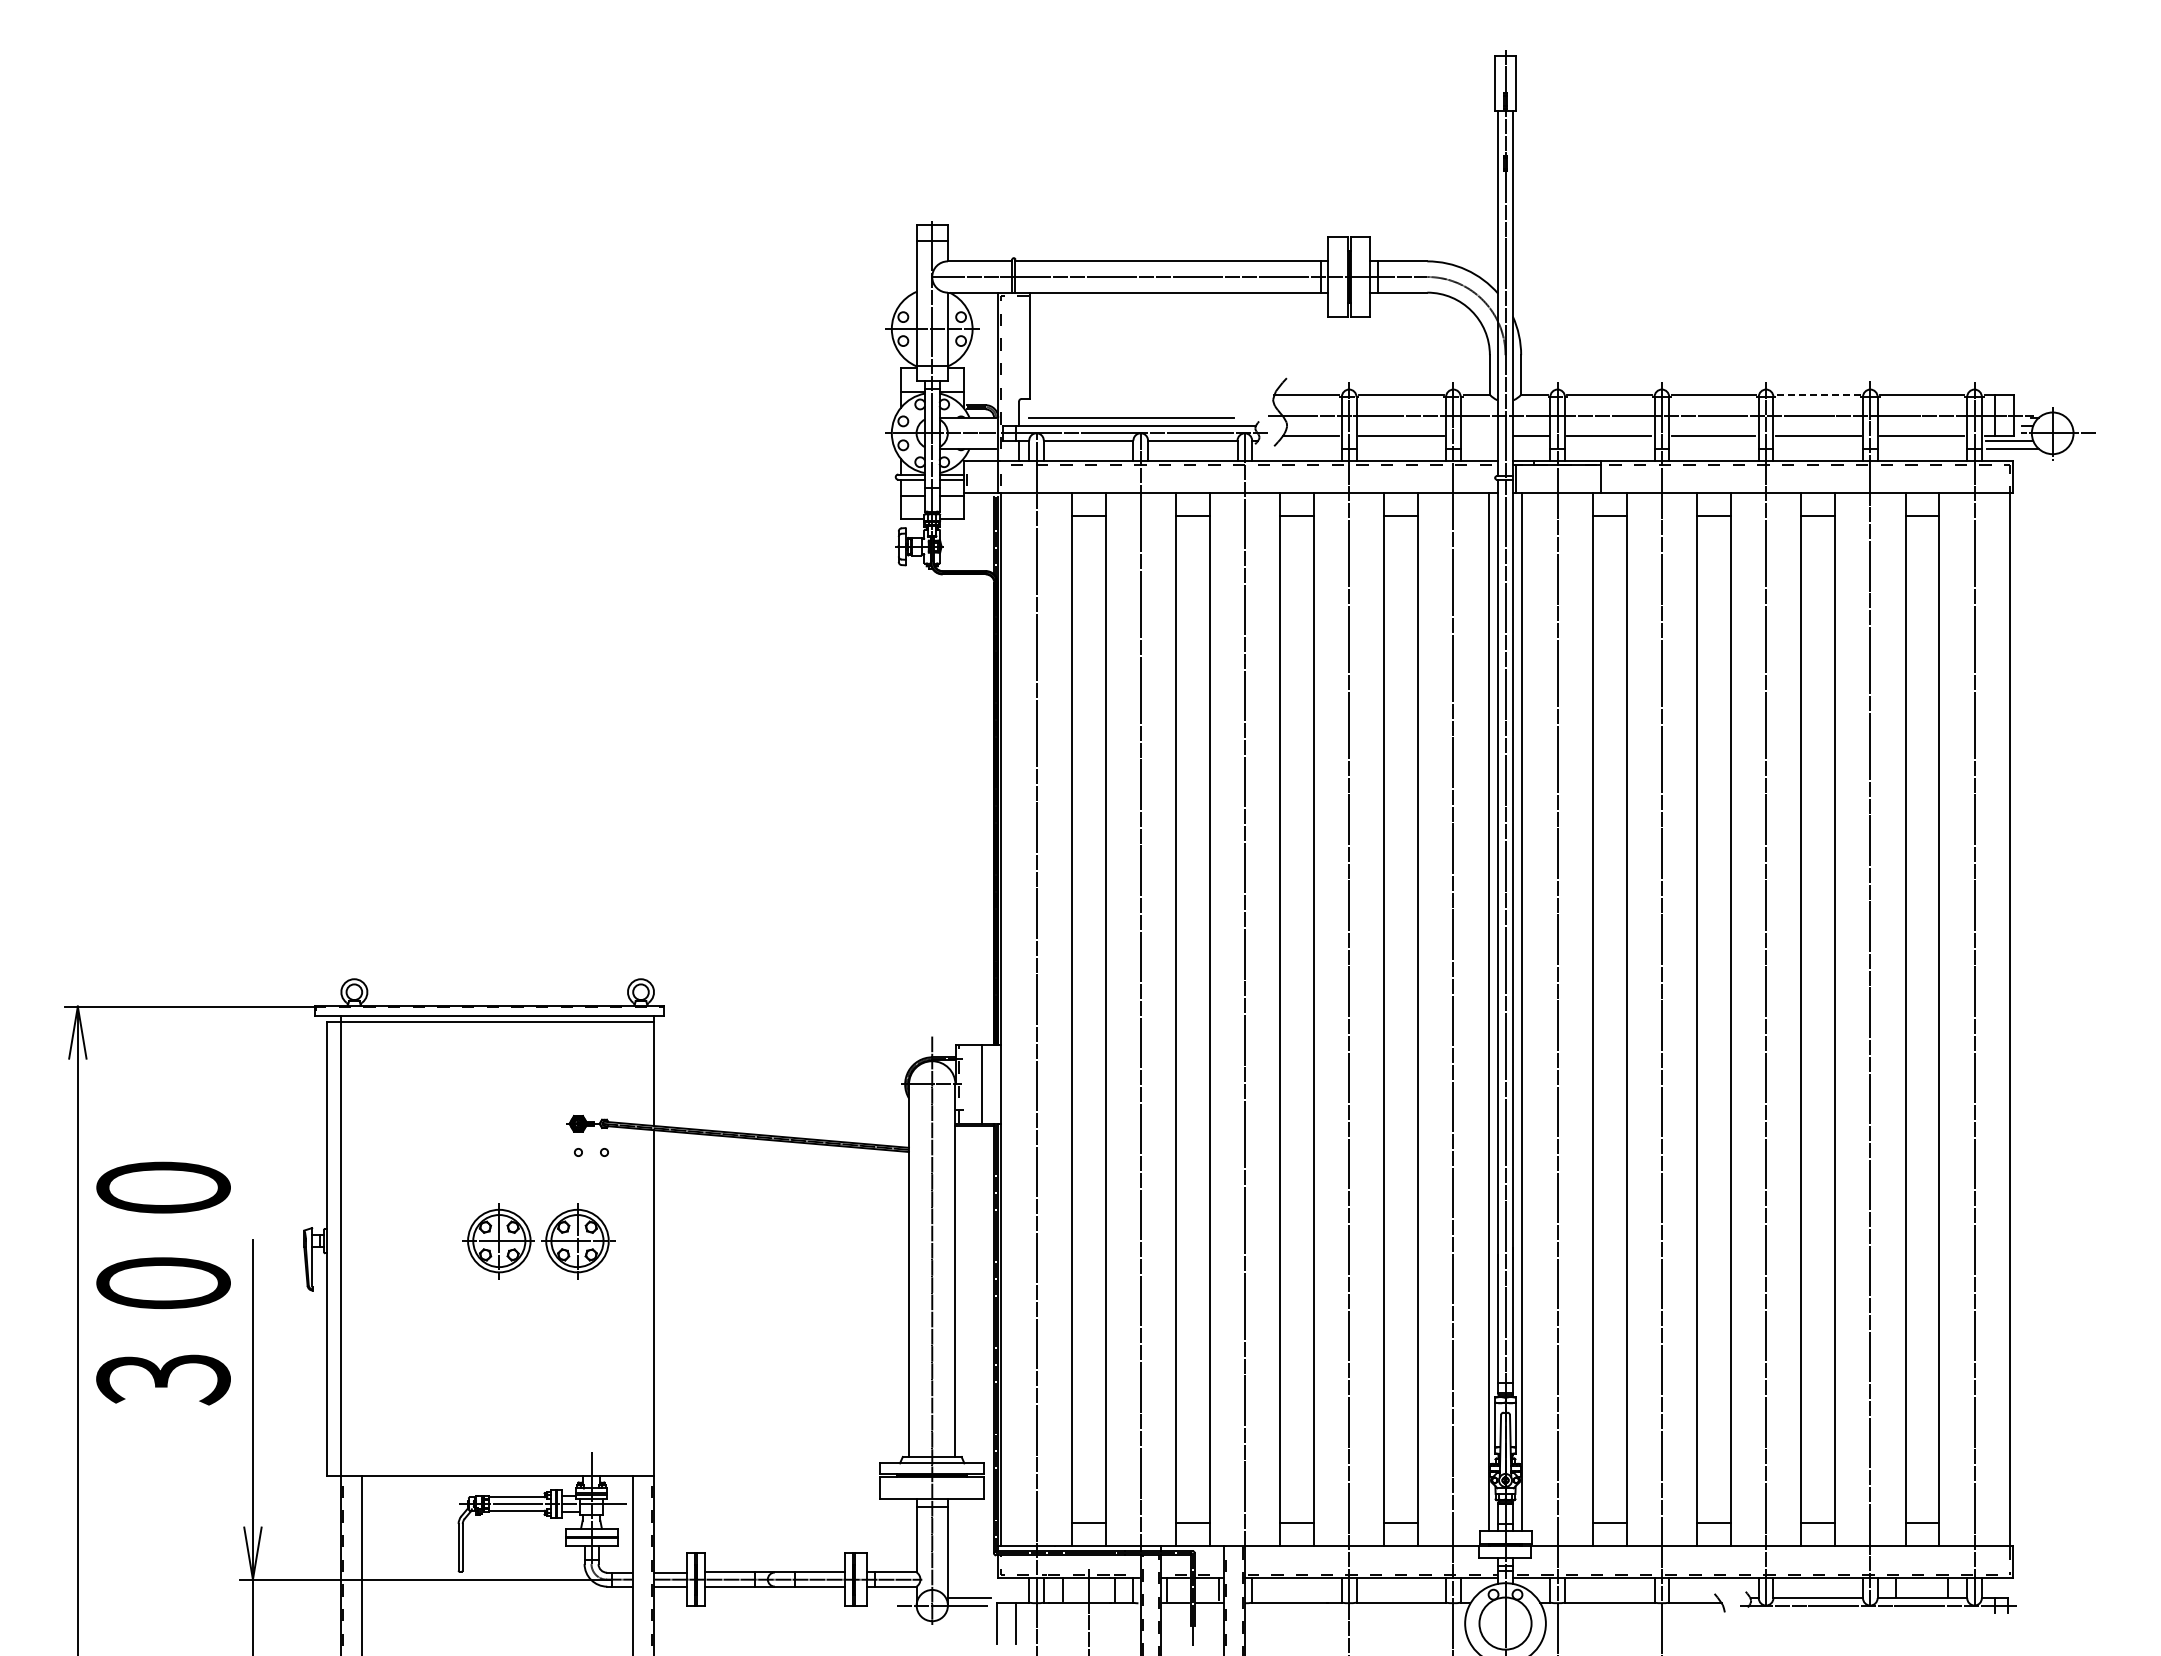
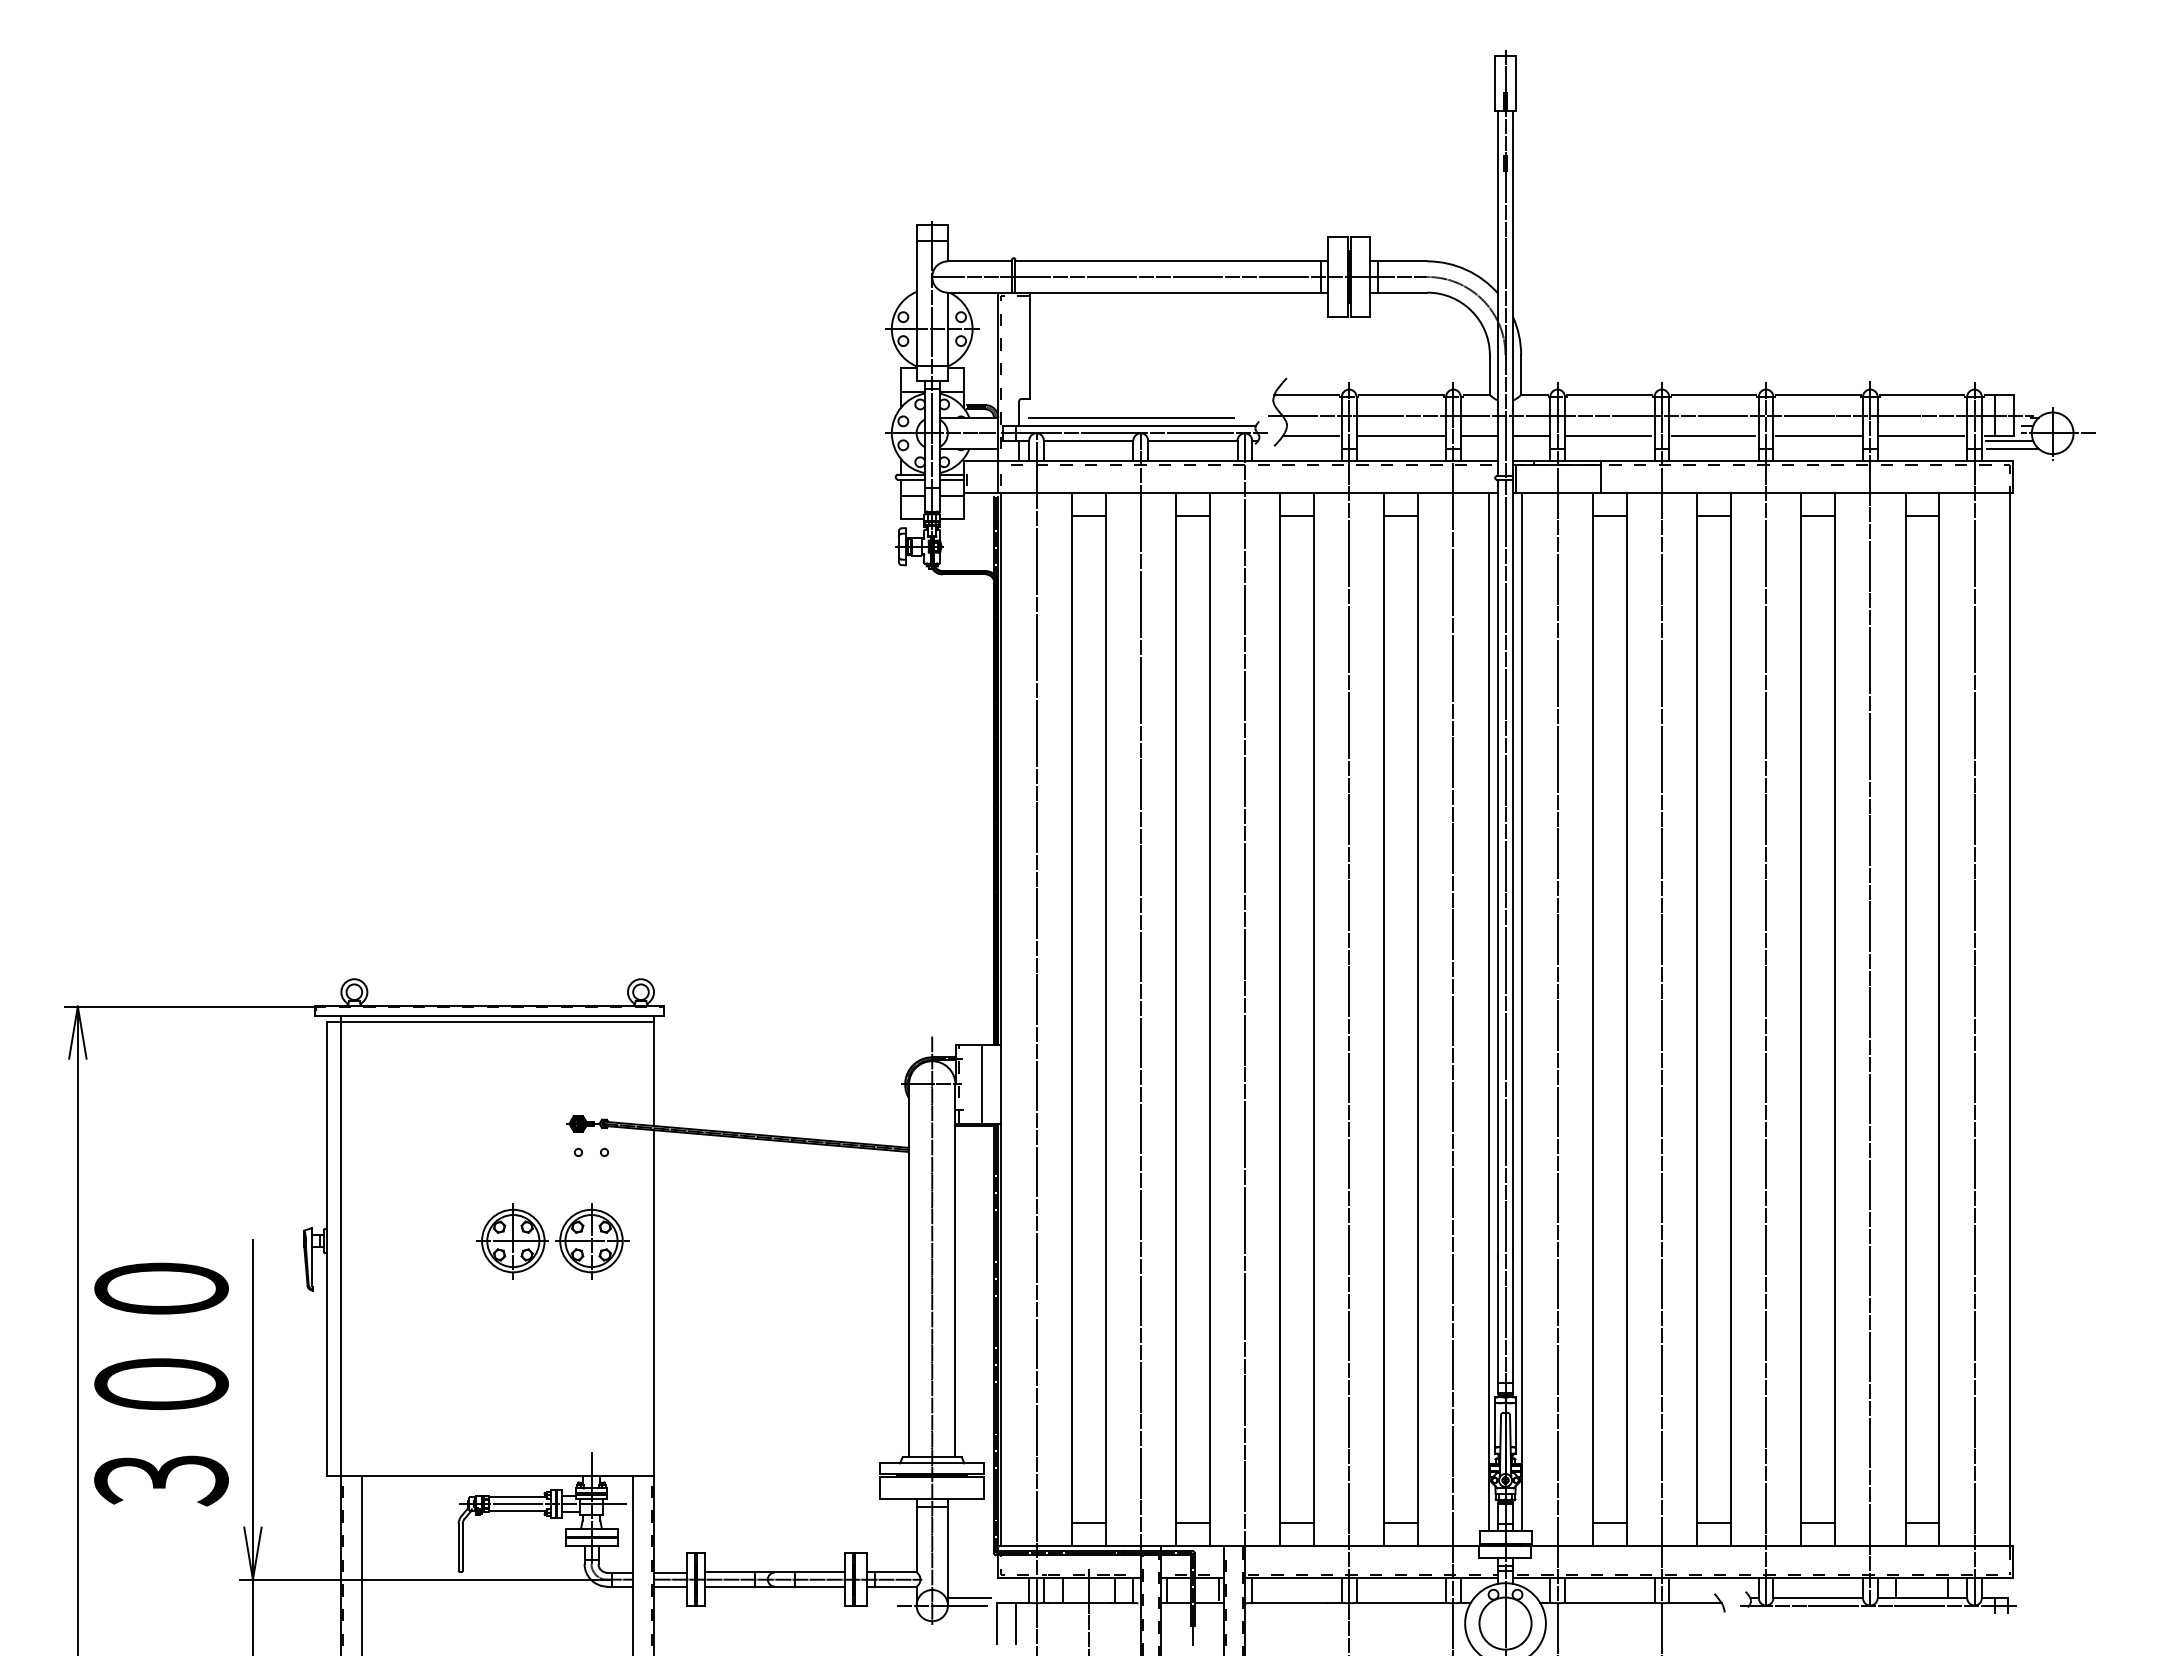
line at (1818, 394): dashed -> solid
line at (1479, 436): none -> present
part at (538, 1241) position: (538, 1241) -> (552, 1241)
text at (163, 1283) position: (163, 1283) -> (161, 1384)
